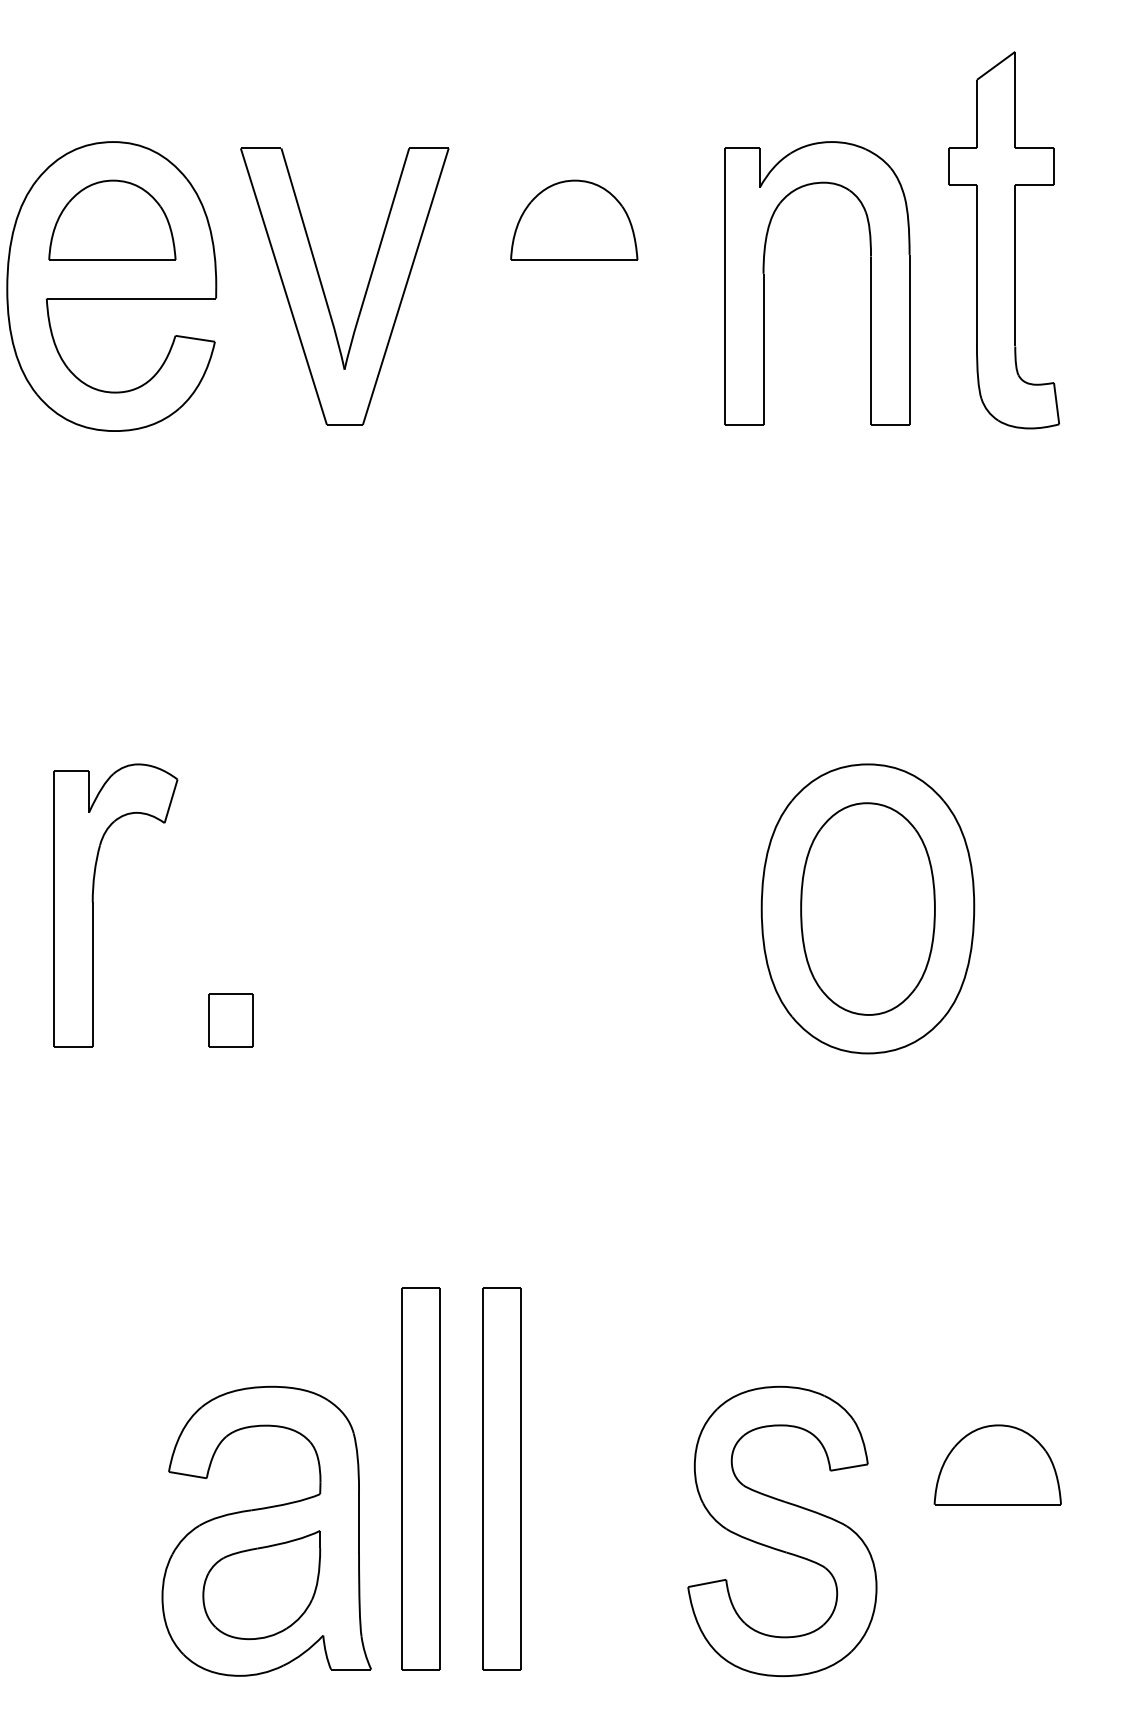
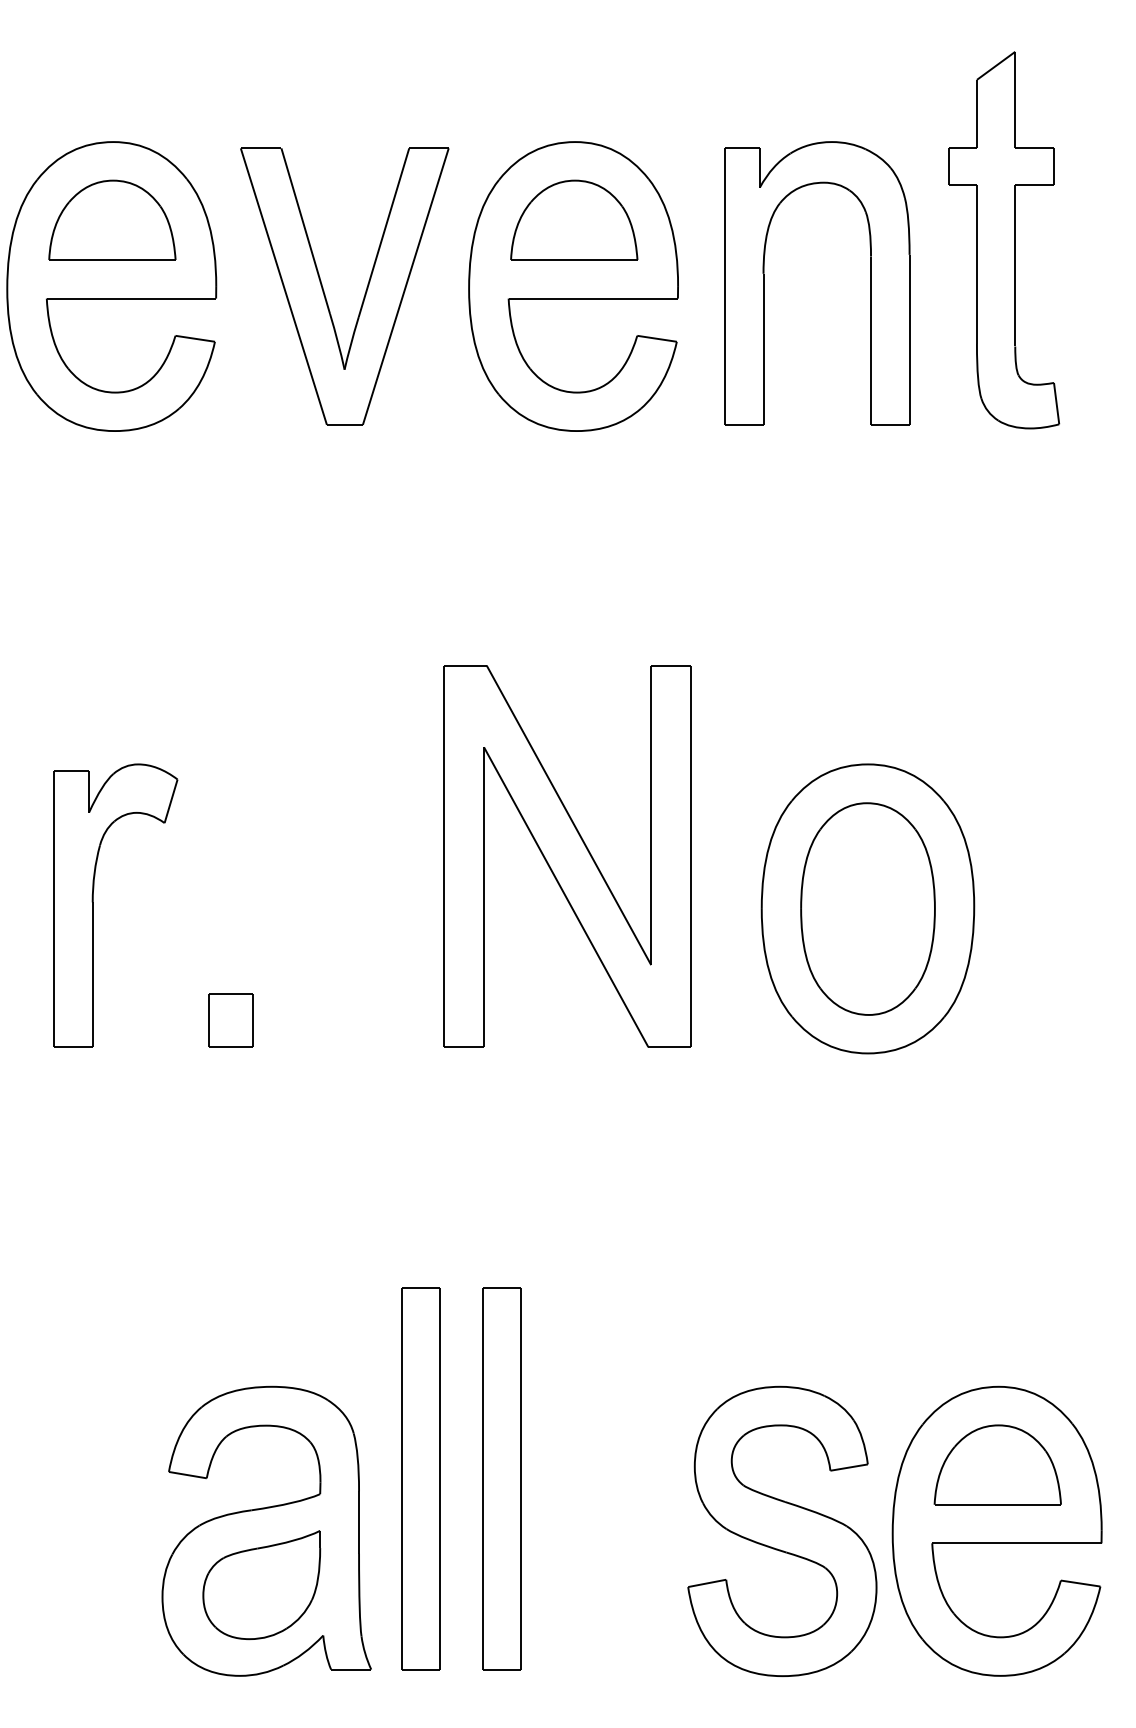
part at (573, 286): none -> present
part at (567, 856): none -> present
part at (996, 1530): none -> present
